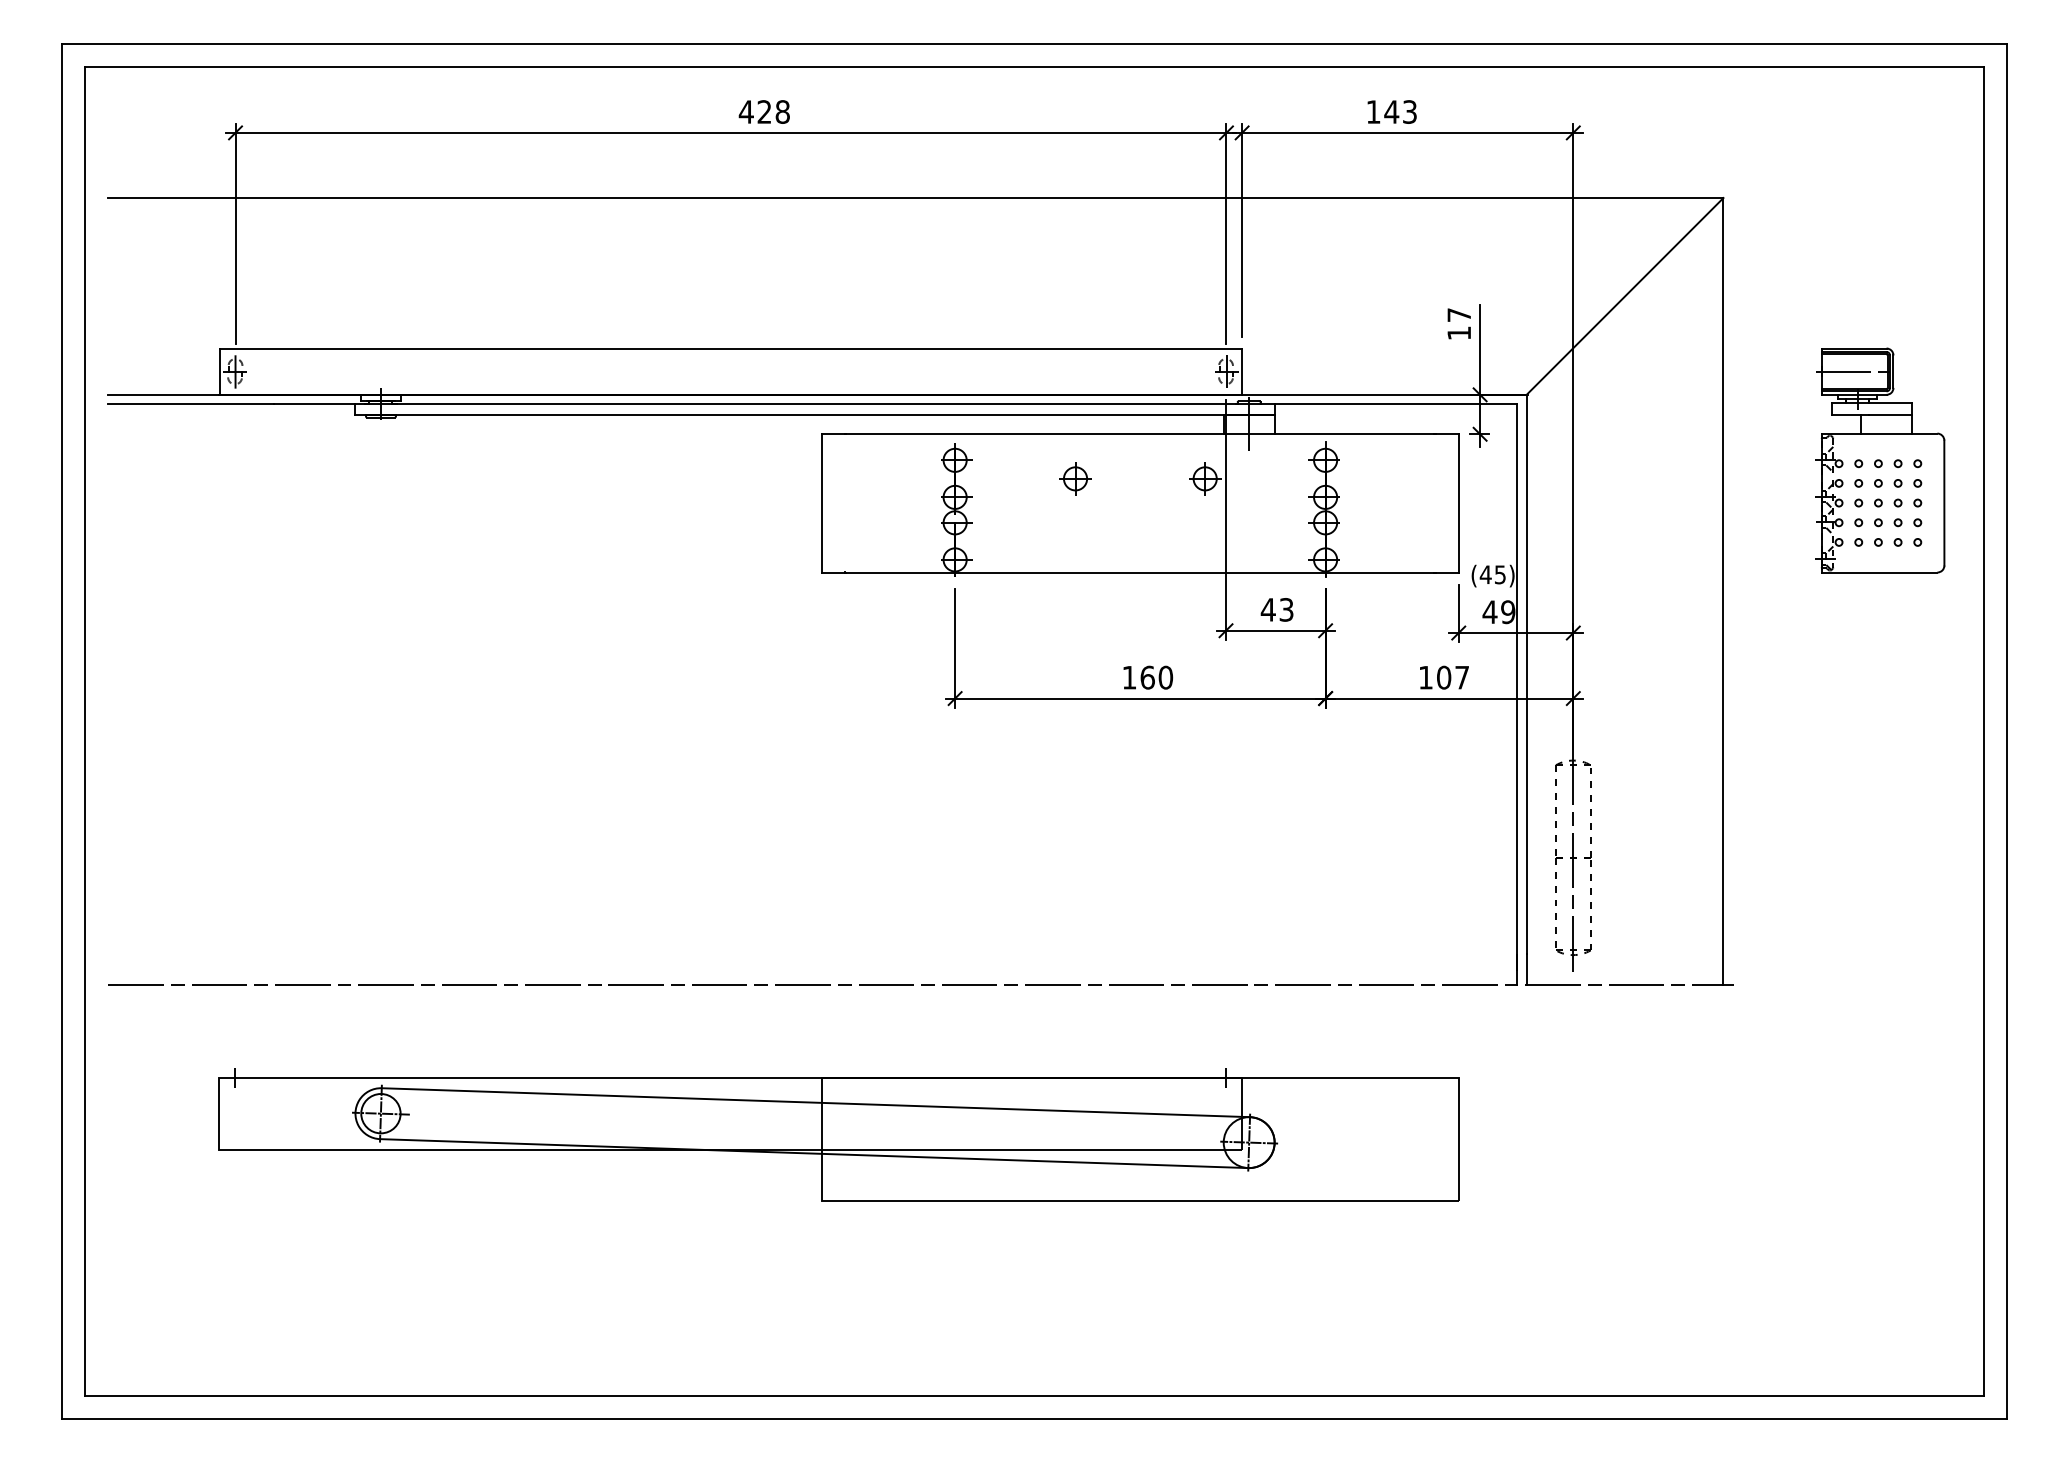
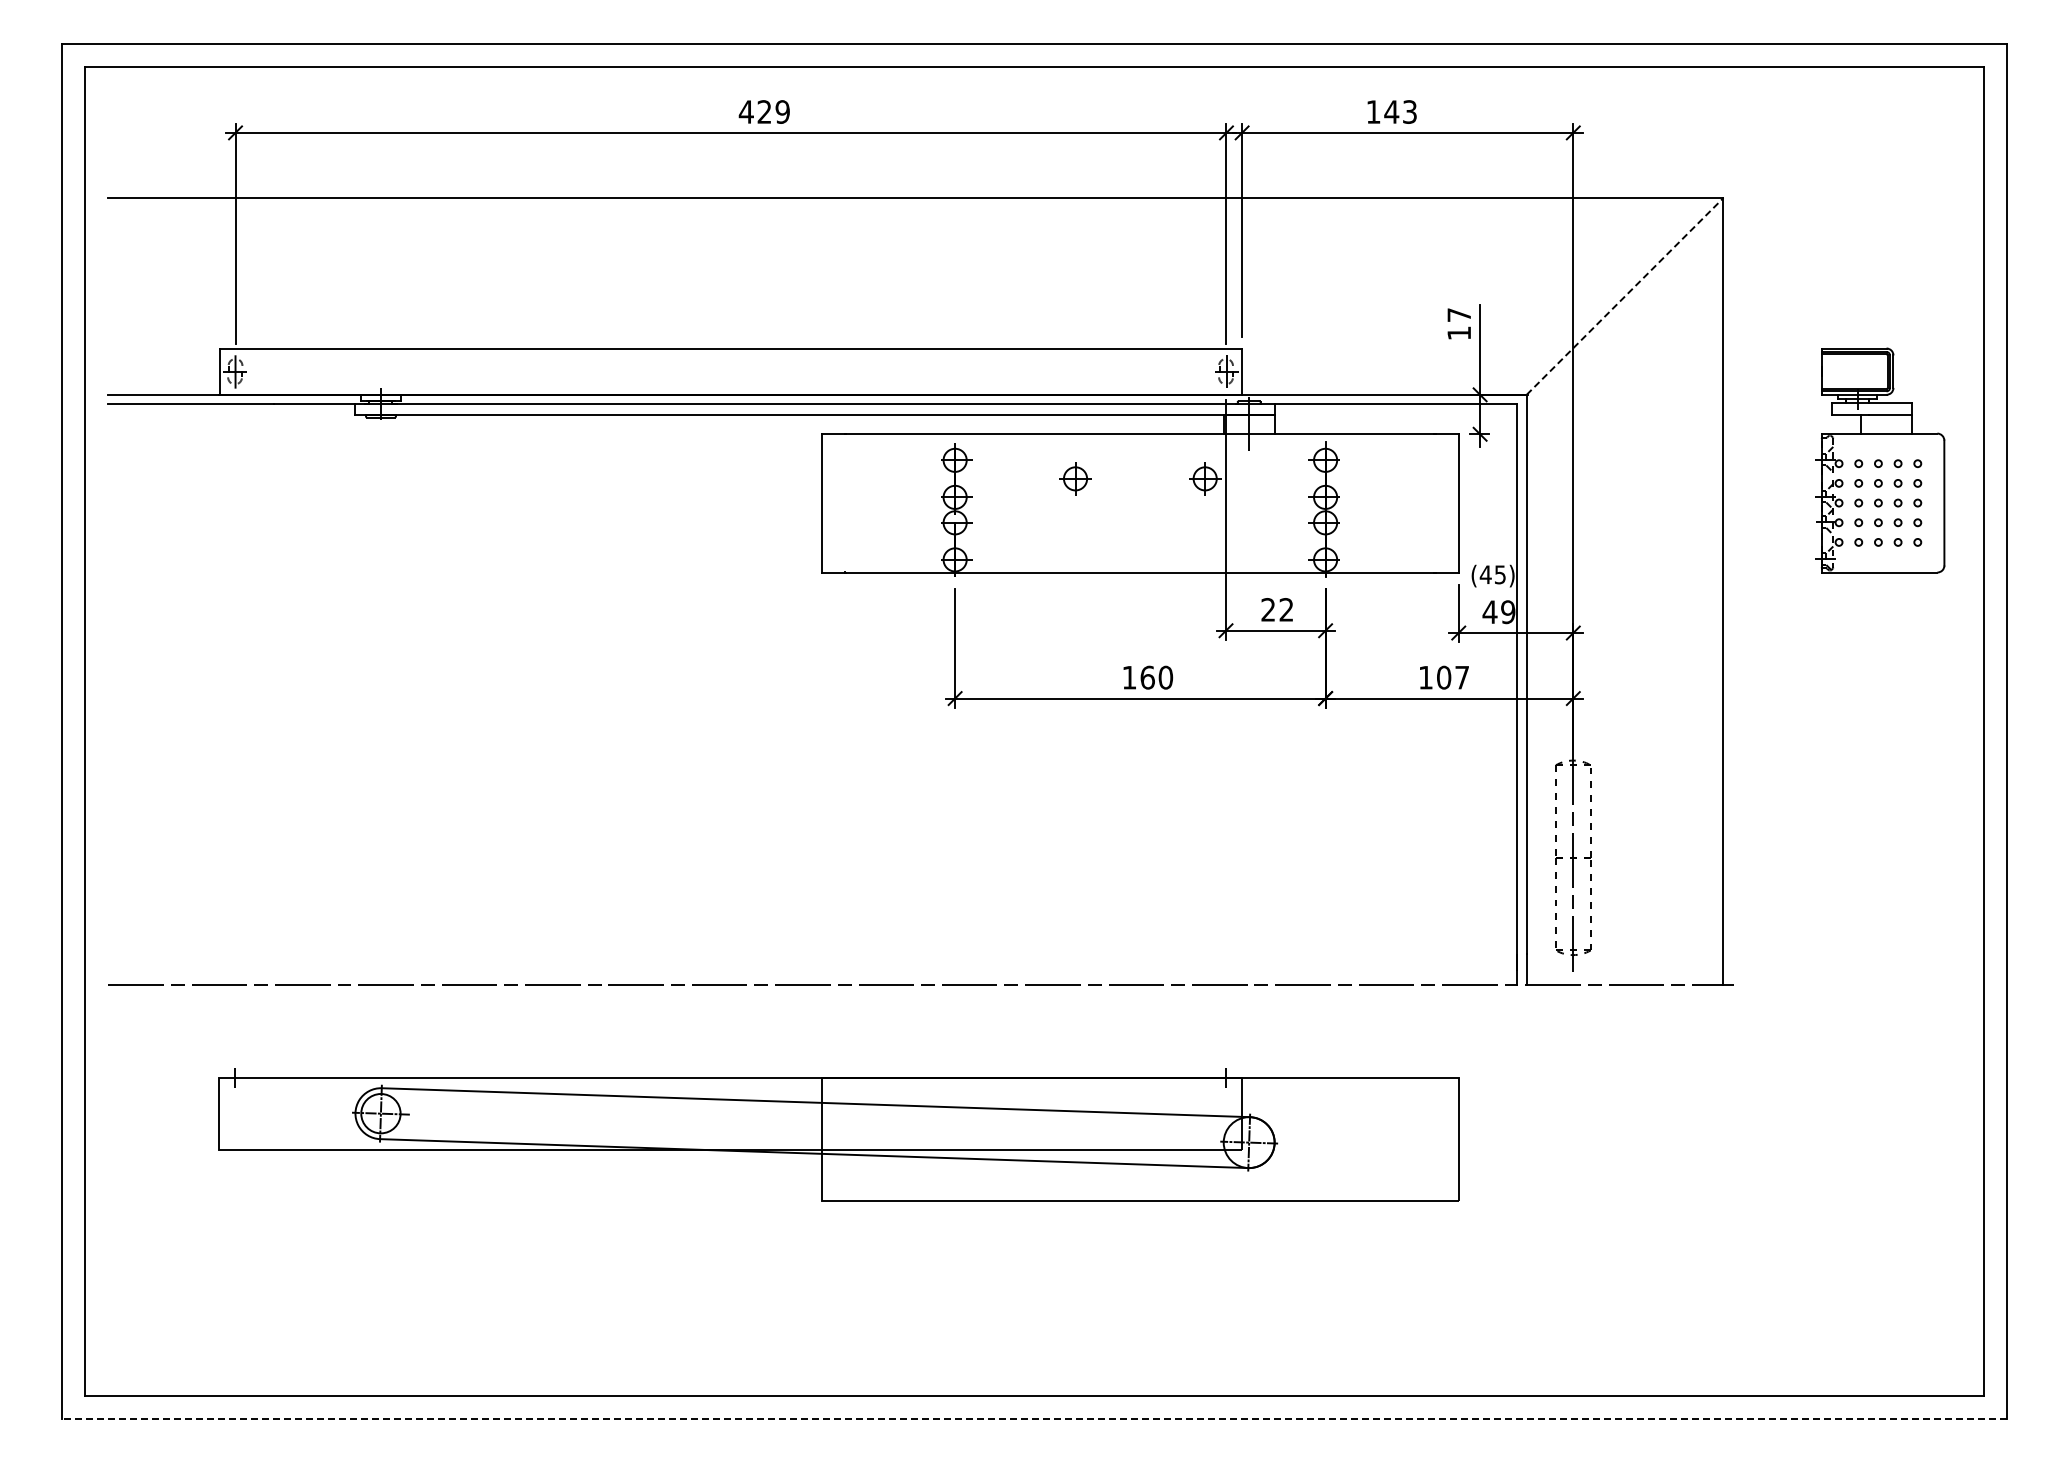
text at (782, 111): 428 -> 429
line at (1625, 296): solid -> dashed
line at (1852, 371): present -> none
text at (1276, 609): 43 -> 22
line at (1034, 1419): solid -> dashed
